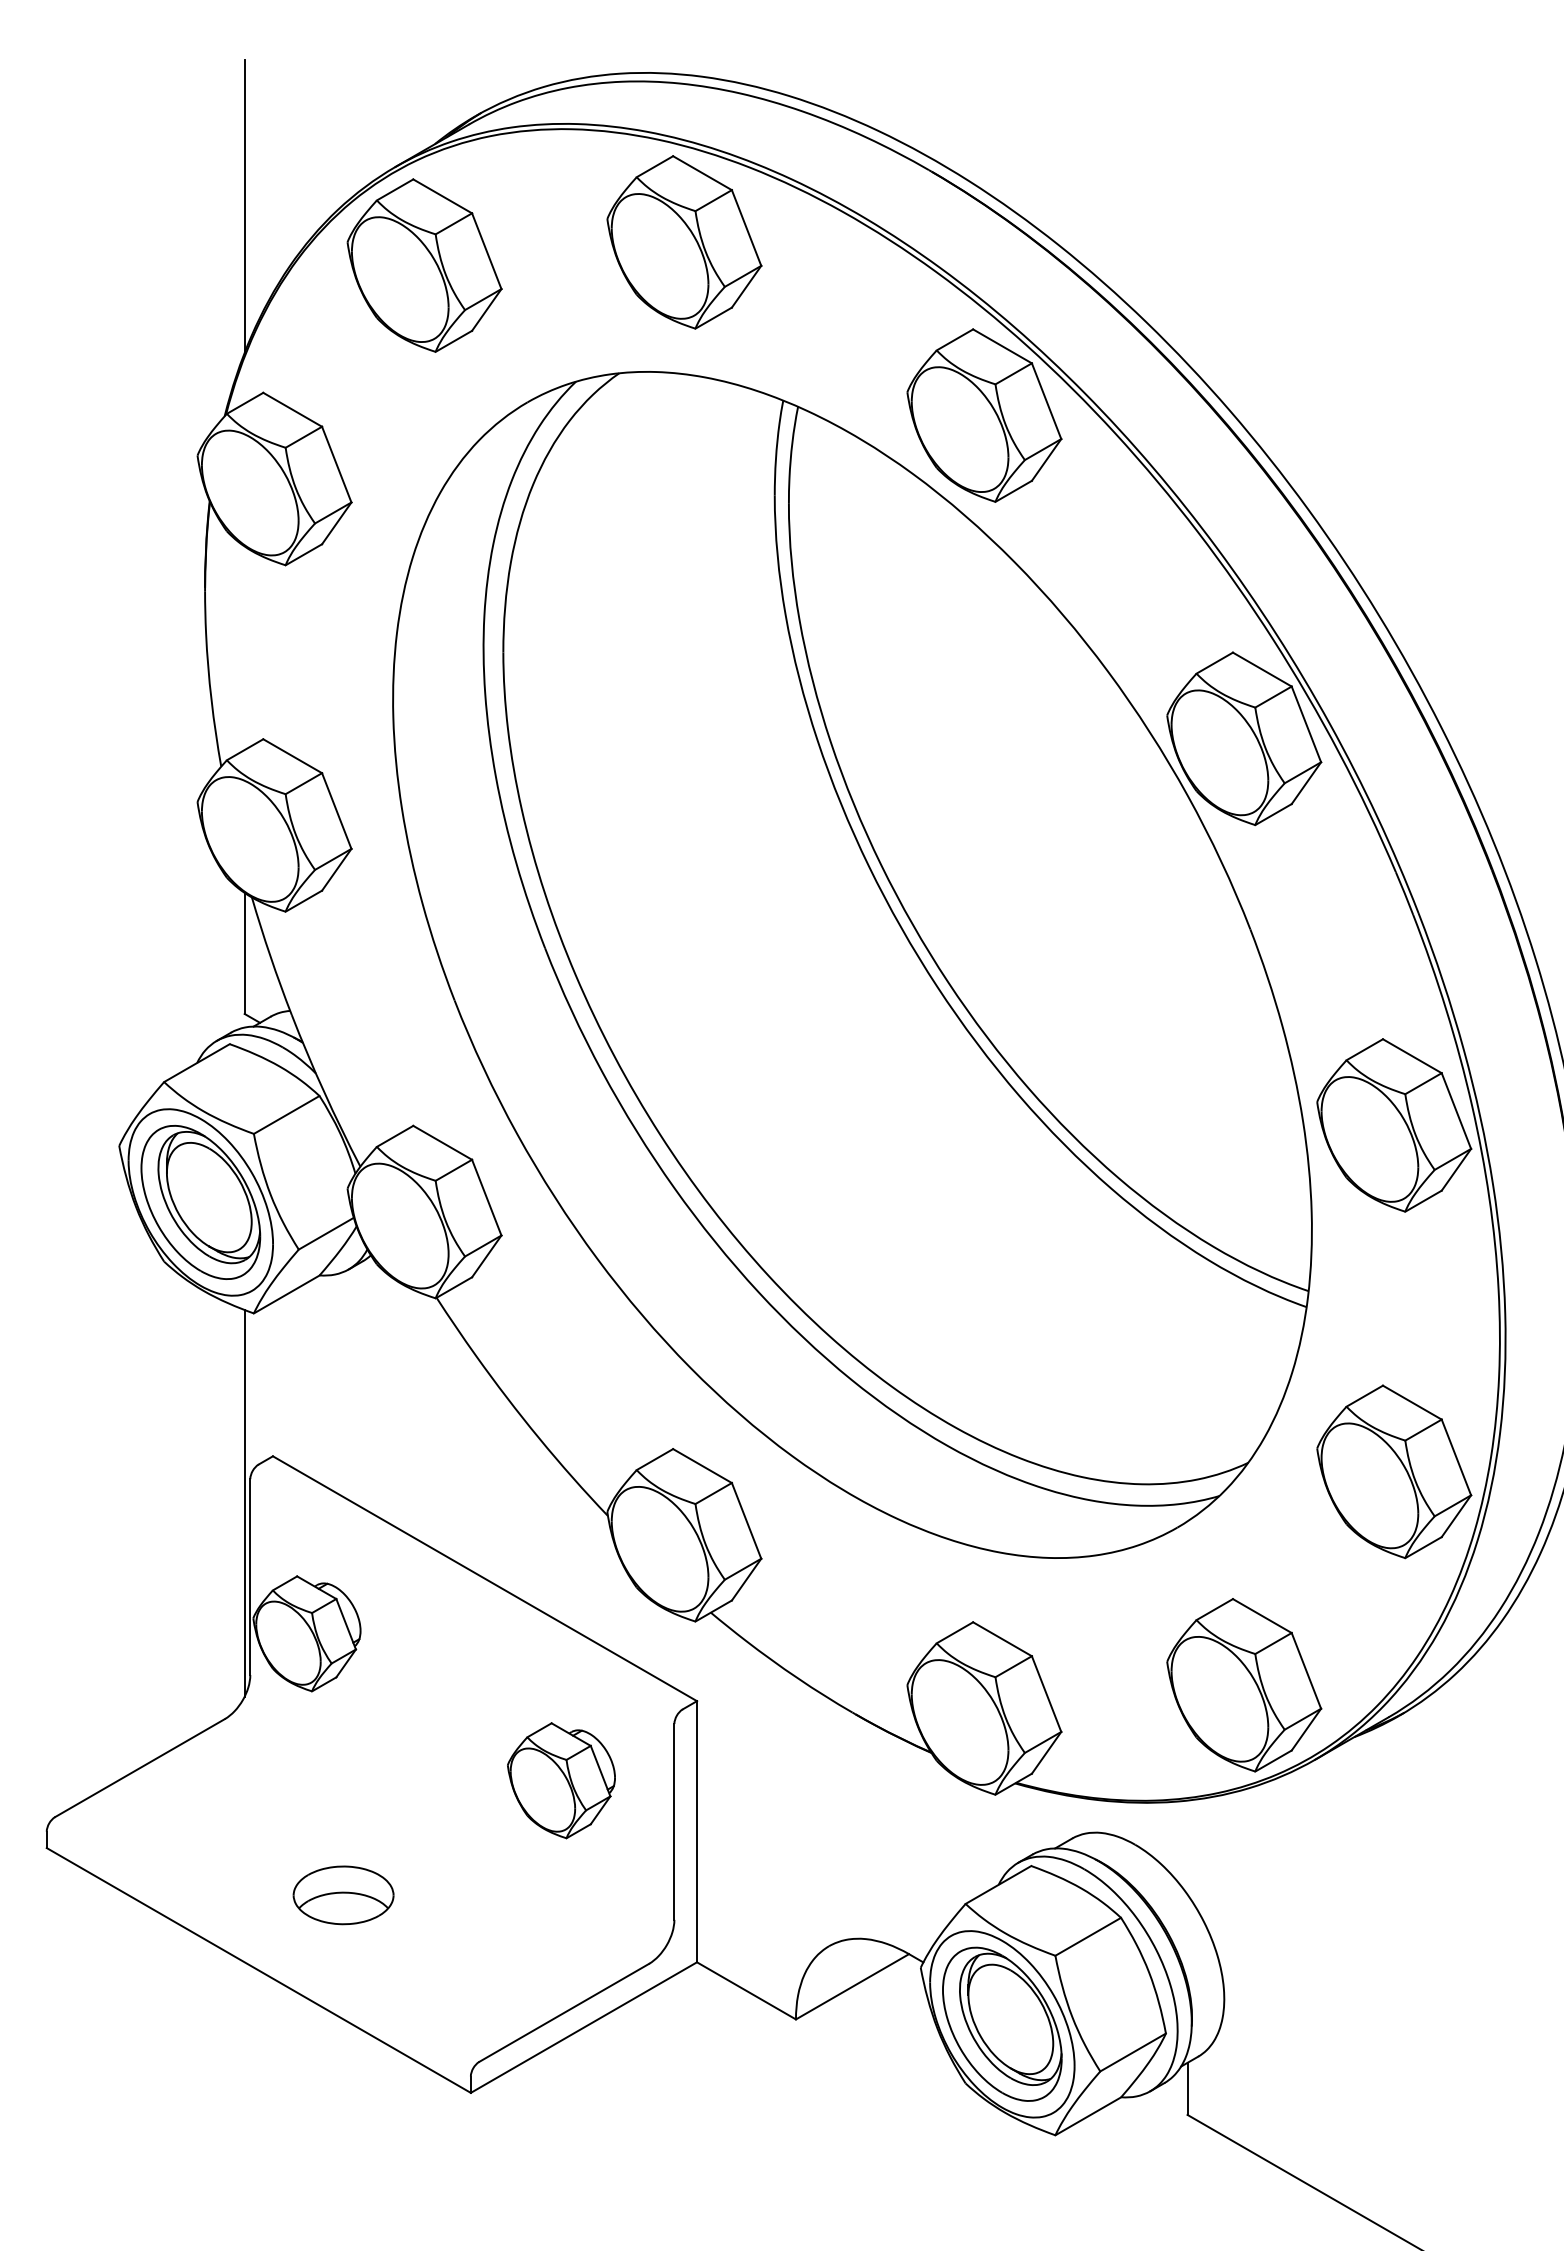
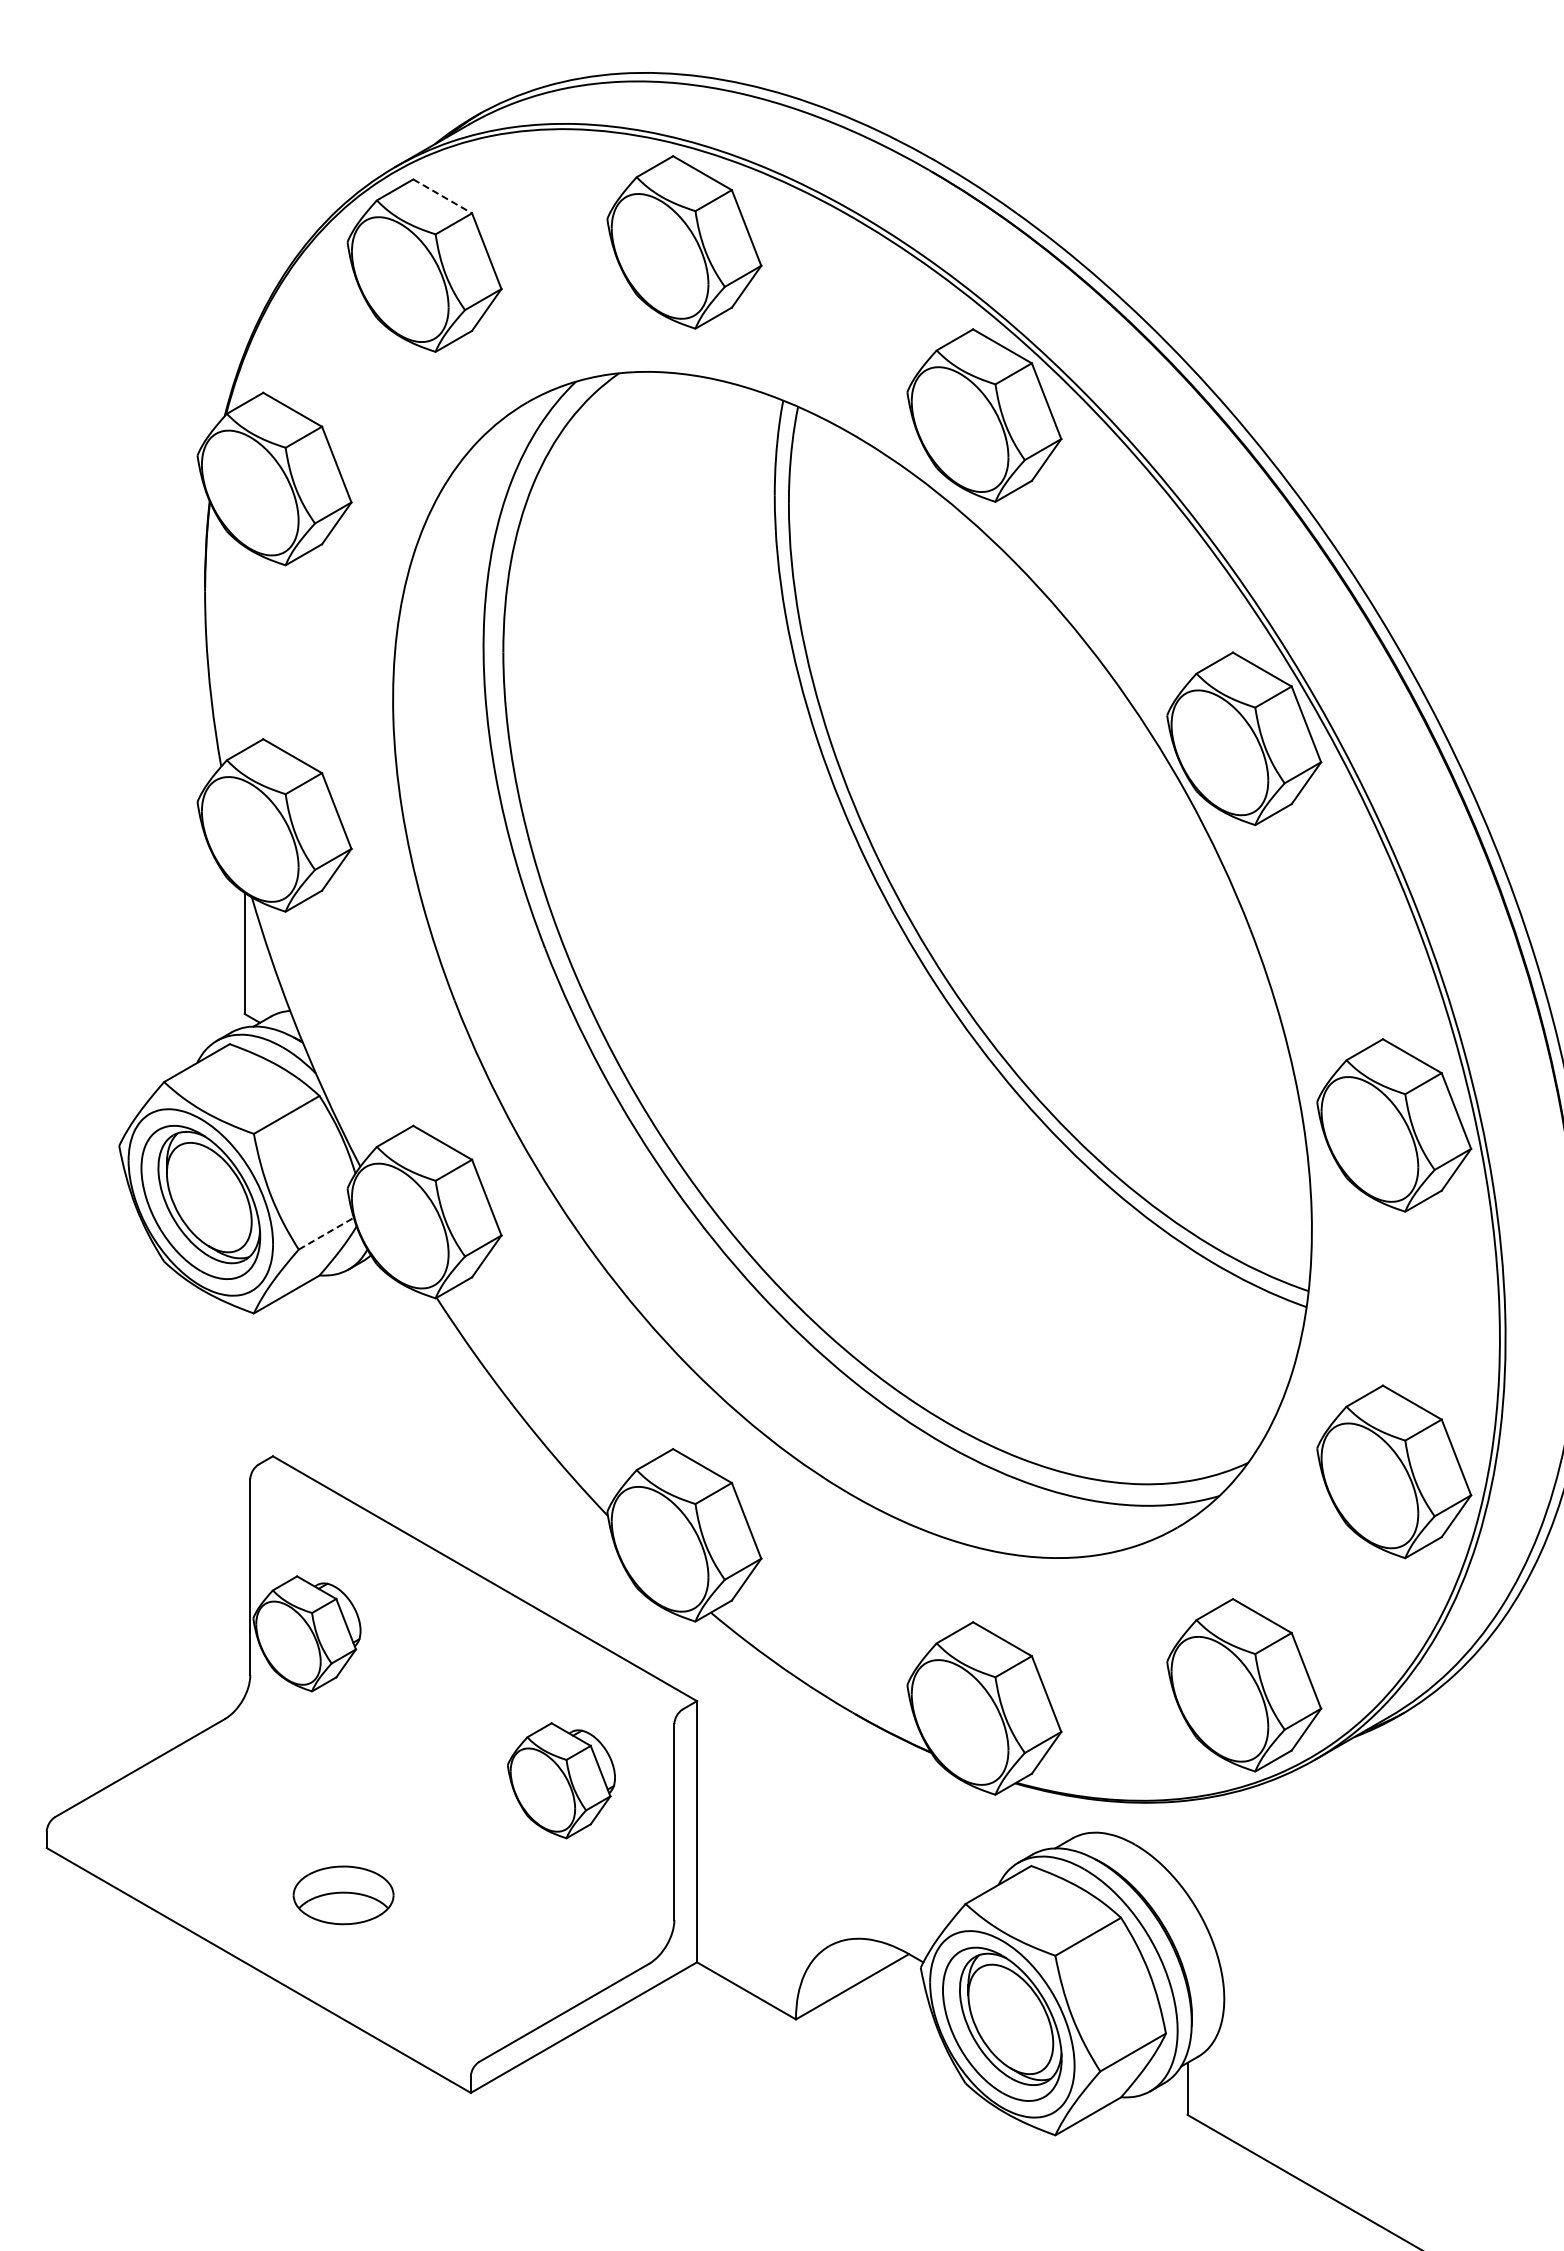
line at (442, 196): solid -> dashed
line at (244, 205): present -> none
line at (326, 1233): solid -> dashed
line at (244, 1503): present -> none
